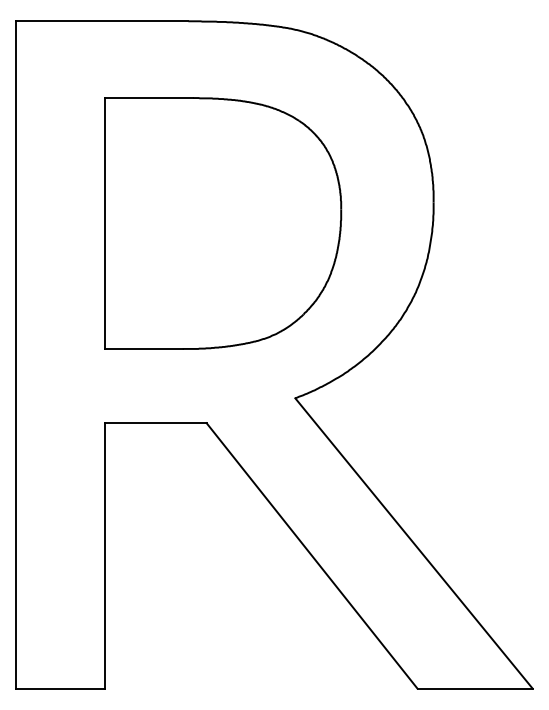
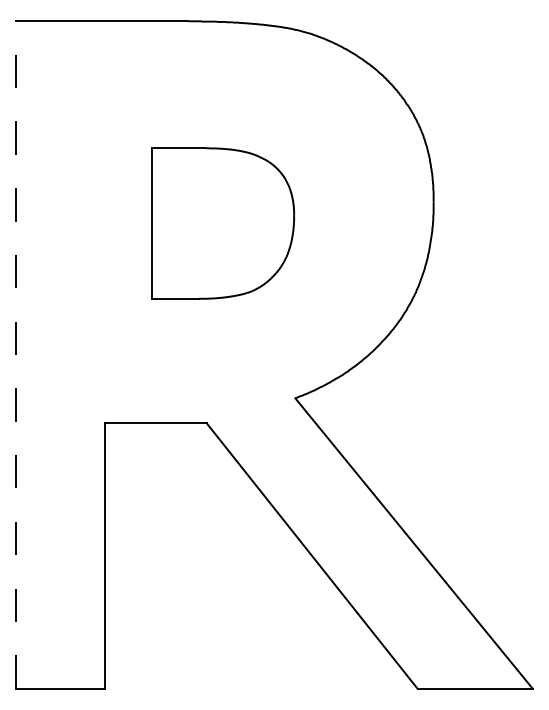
part at (223, 223) size: 239x253 px -> 144x153 px
line at (16, 355): solid -> dashed
